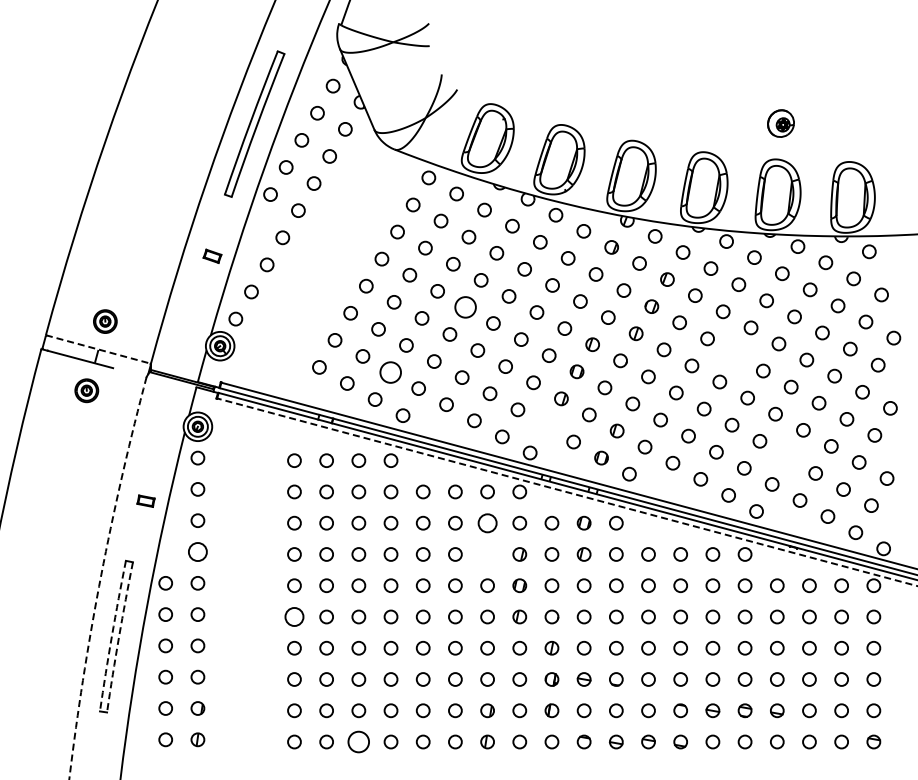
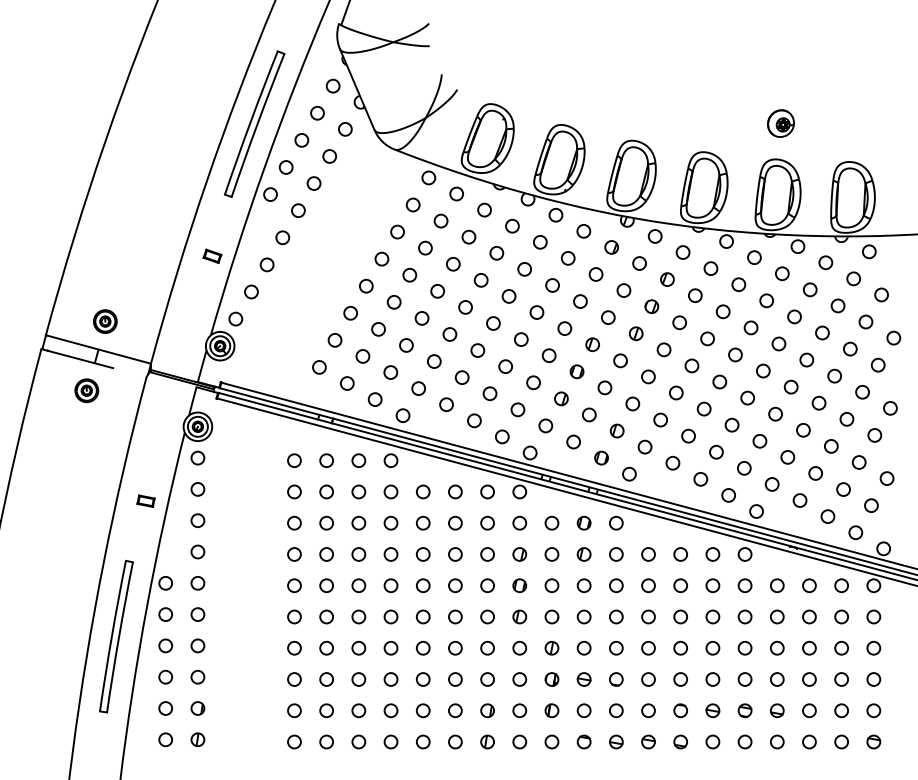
circle at (465, 307) size: 23x23 px -> 15x15 px
line at (98, 349): dashed -> solid
circle at (735, 354): none -> present
circle at (390, 372) size: 23x23 px -> 16x15 px
circle at (545, 425): none -> present
circle at (787, 457): none -> present
line at (566, 492): dashed -> solid
circle at (487, 523) size: 21x21 px -> 15x16 px
circle at (197, 551) size: 20x20 px -> 16x16 px
circle at (487, 554): none -> present
arc at (100, 577): dashed -> solid
circle at (294, 616) size: 21x20 px -> 15x16 px
arc at (111, 635): dashed -> solid
arc at (119, 637): dashed -> solid
circle at (358, 741) size: 23x24 px -> 16x16 px
